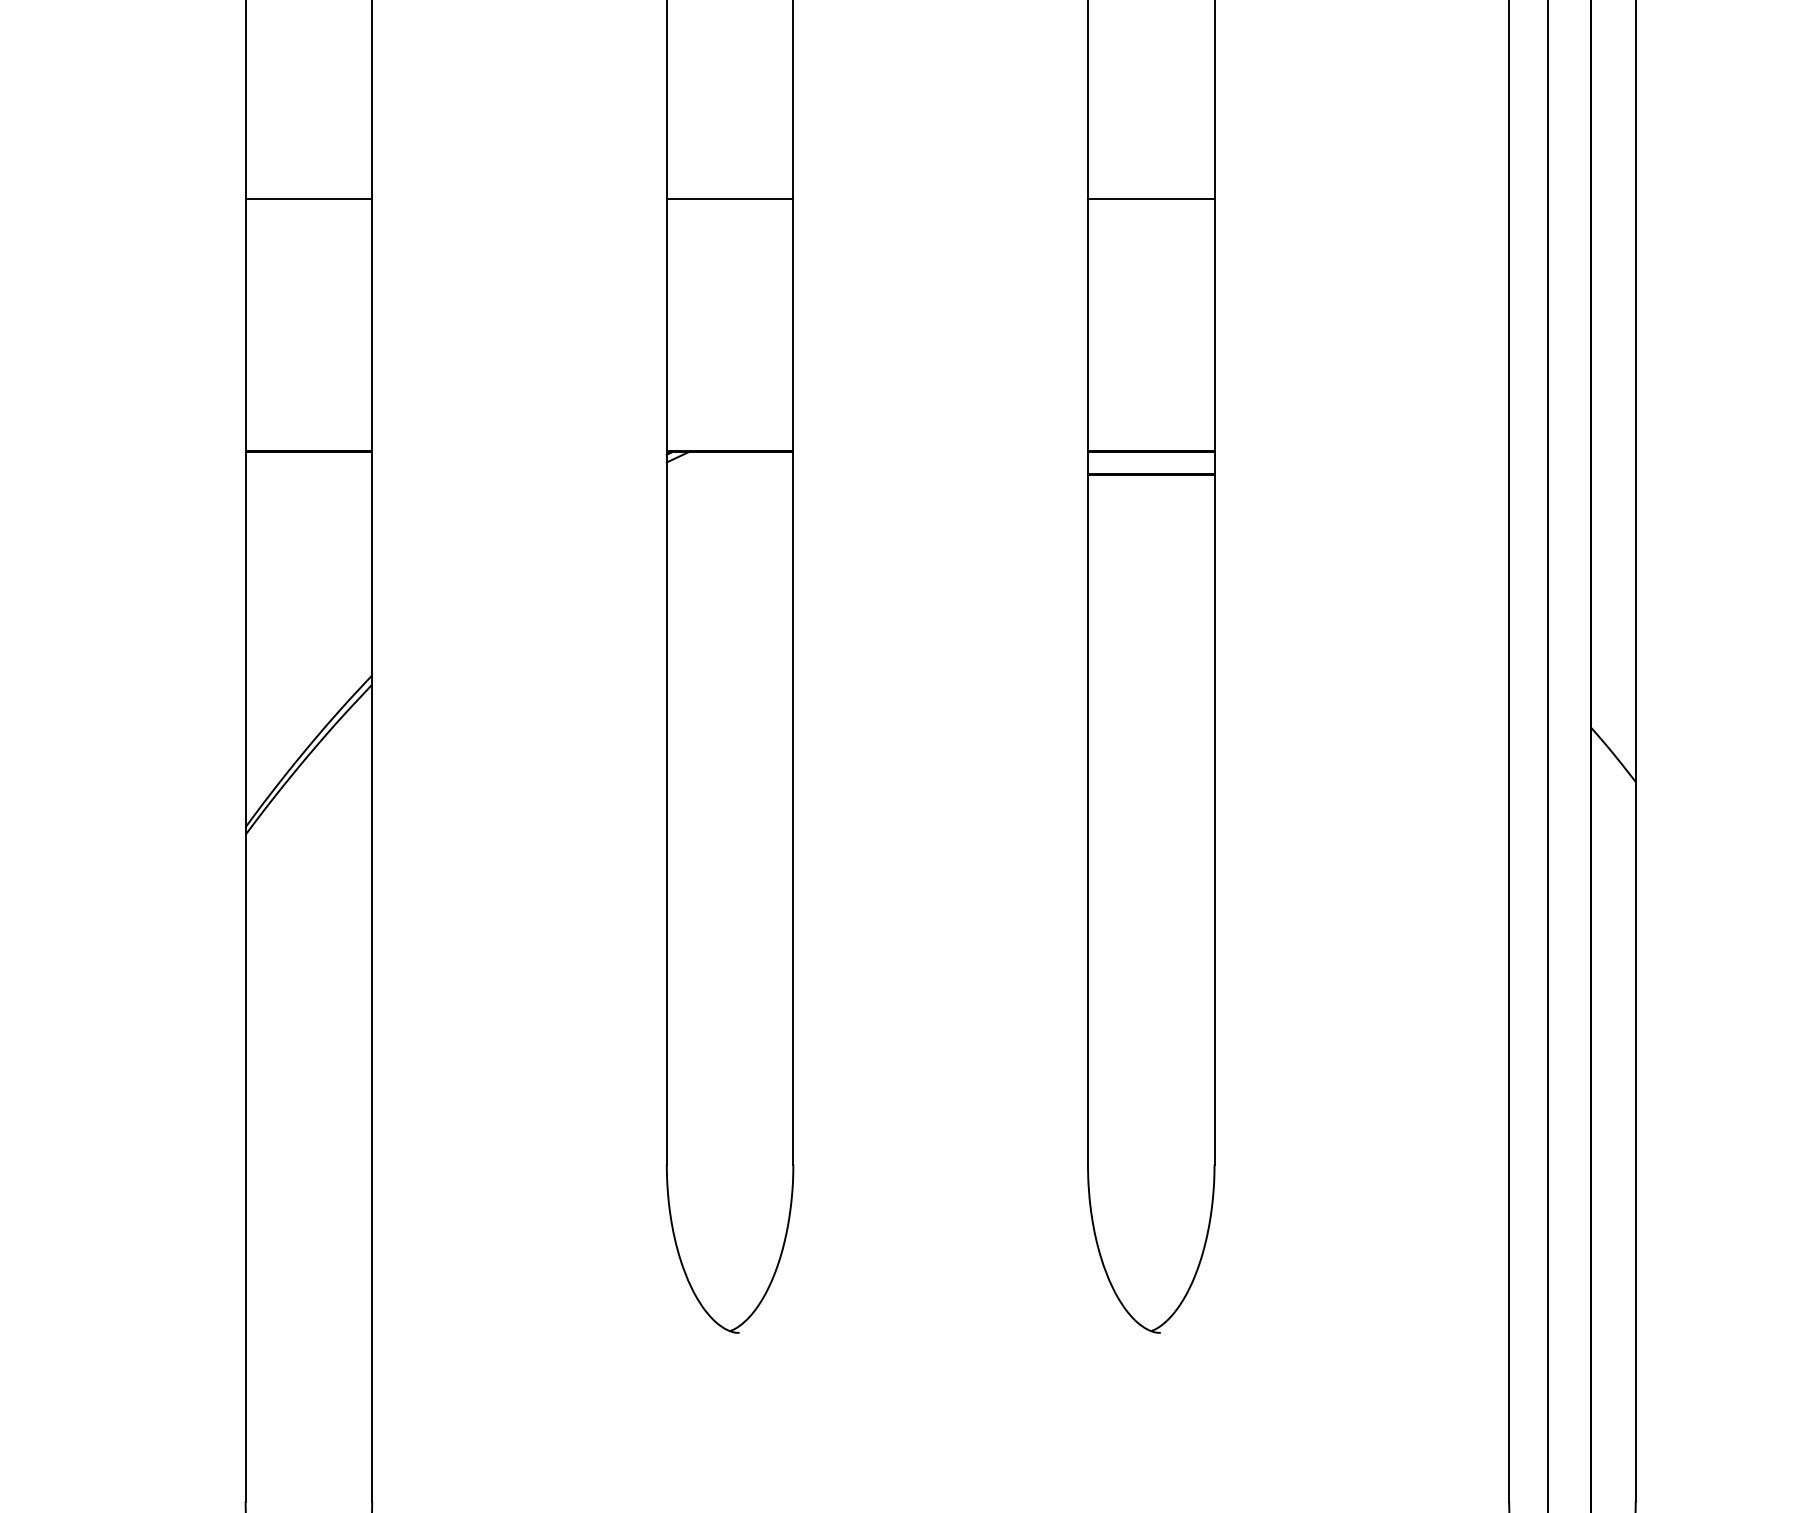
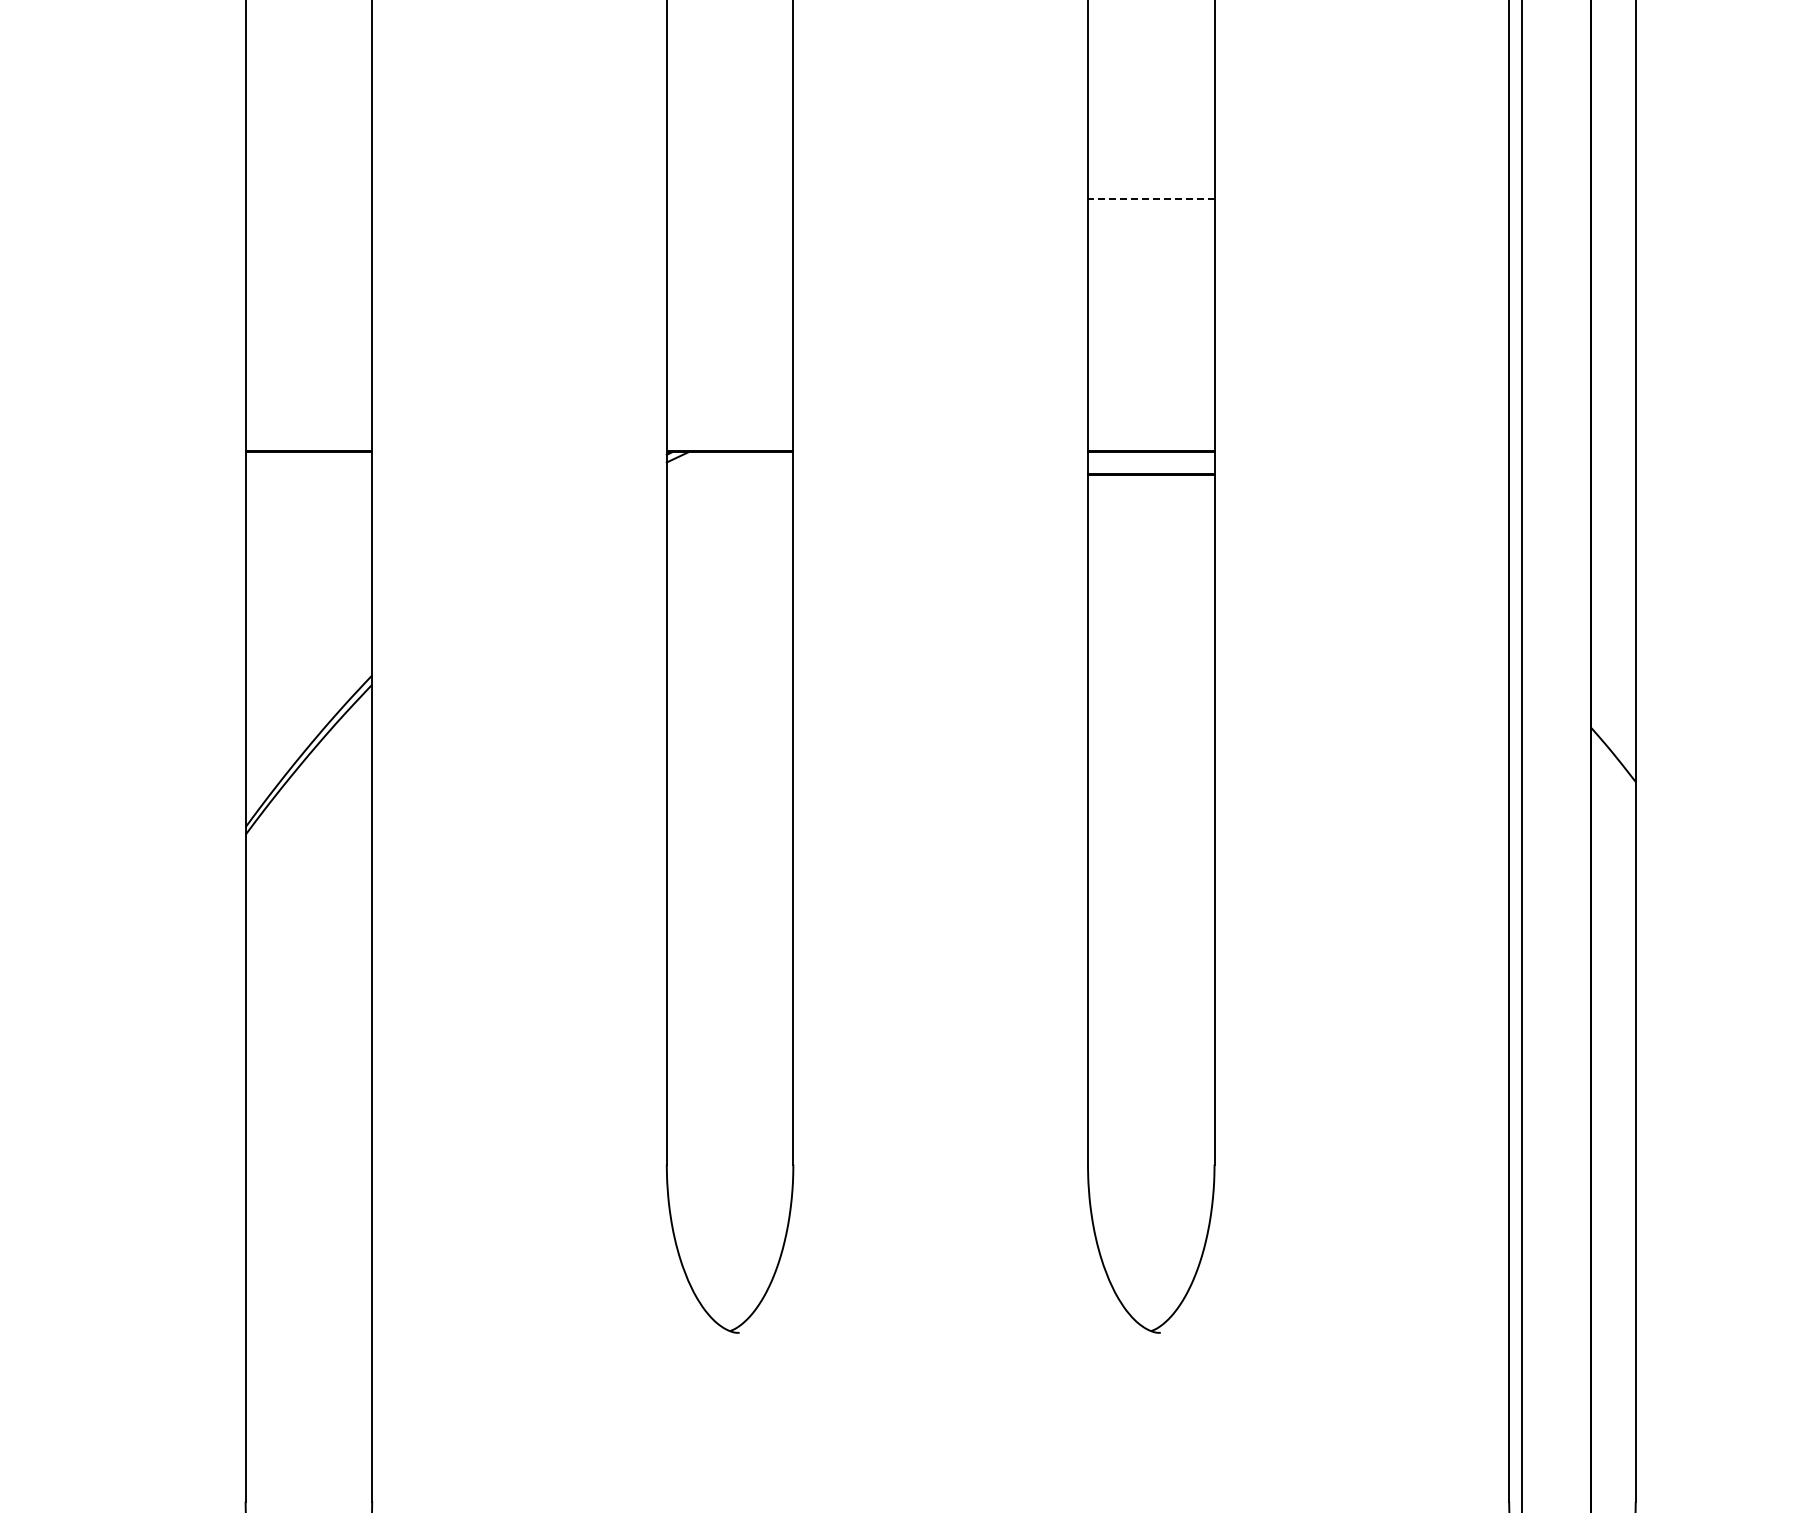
line at (308, 198): present -> none
line at (729, 198): present -> none
line at (1150, 198): solid -> dashed
line at (1547, 755) position: (1547, 755) -> (1521, 755)
